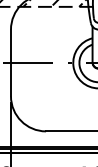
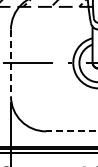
line at (10, 63): solid -> dashed
line at (71, 131): solid -> dashed
